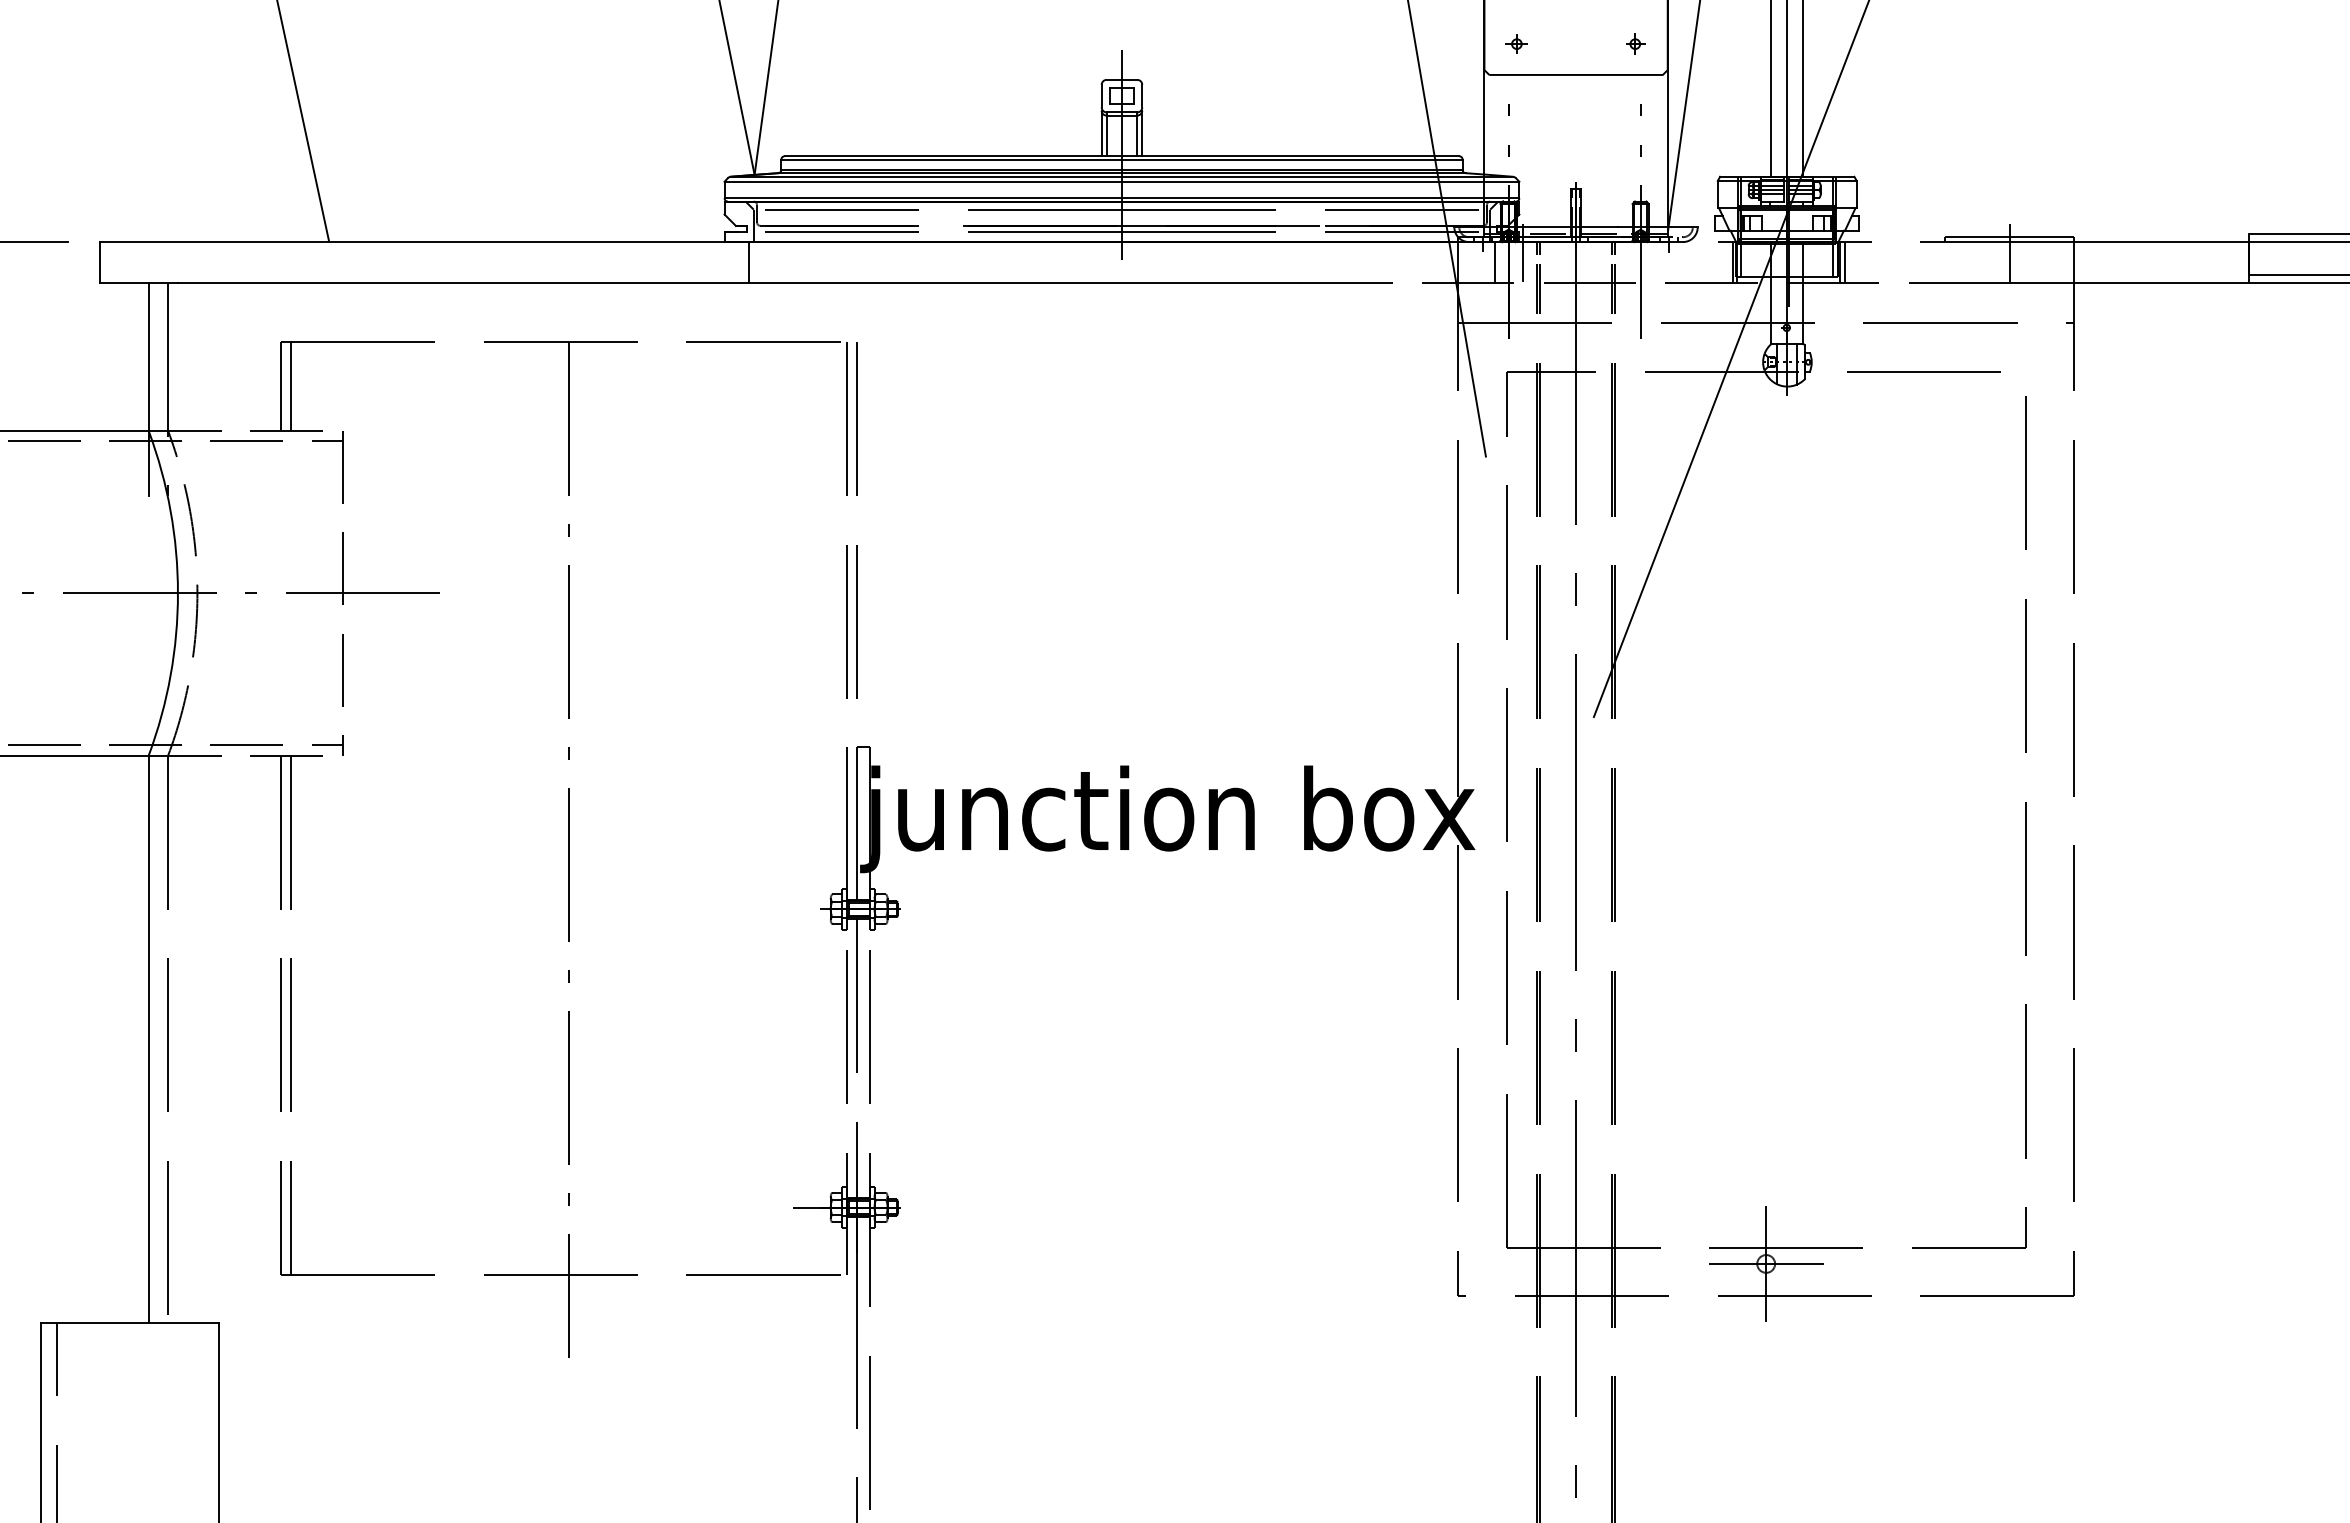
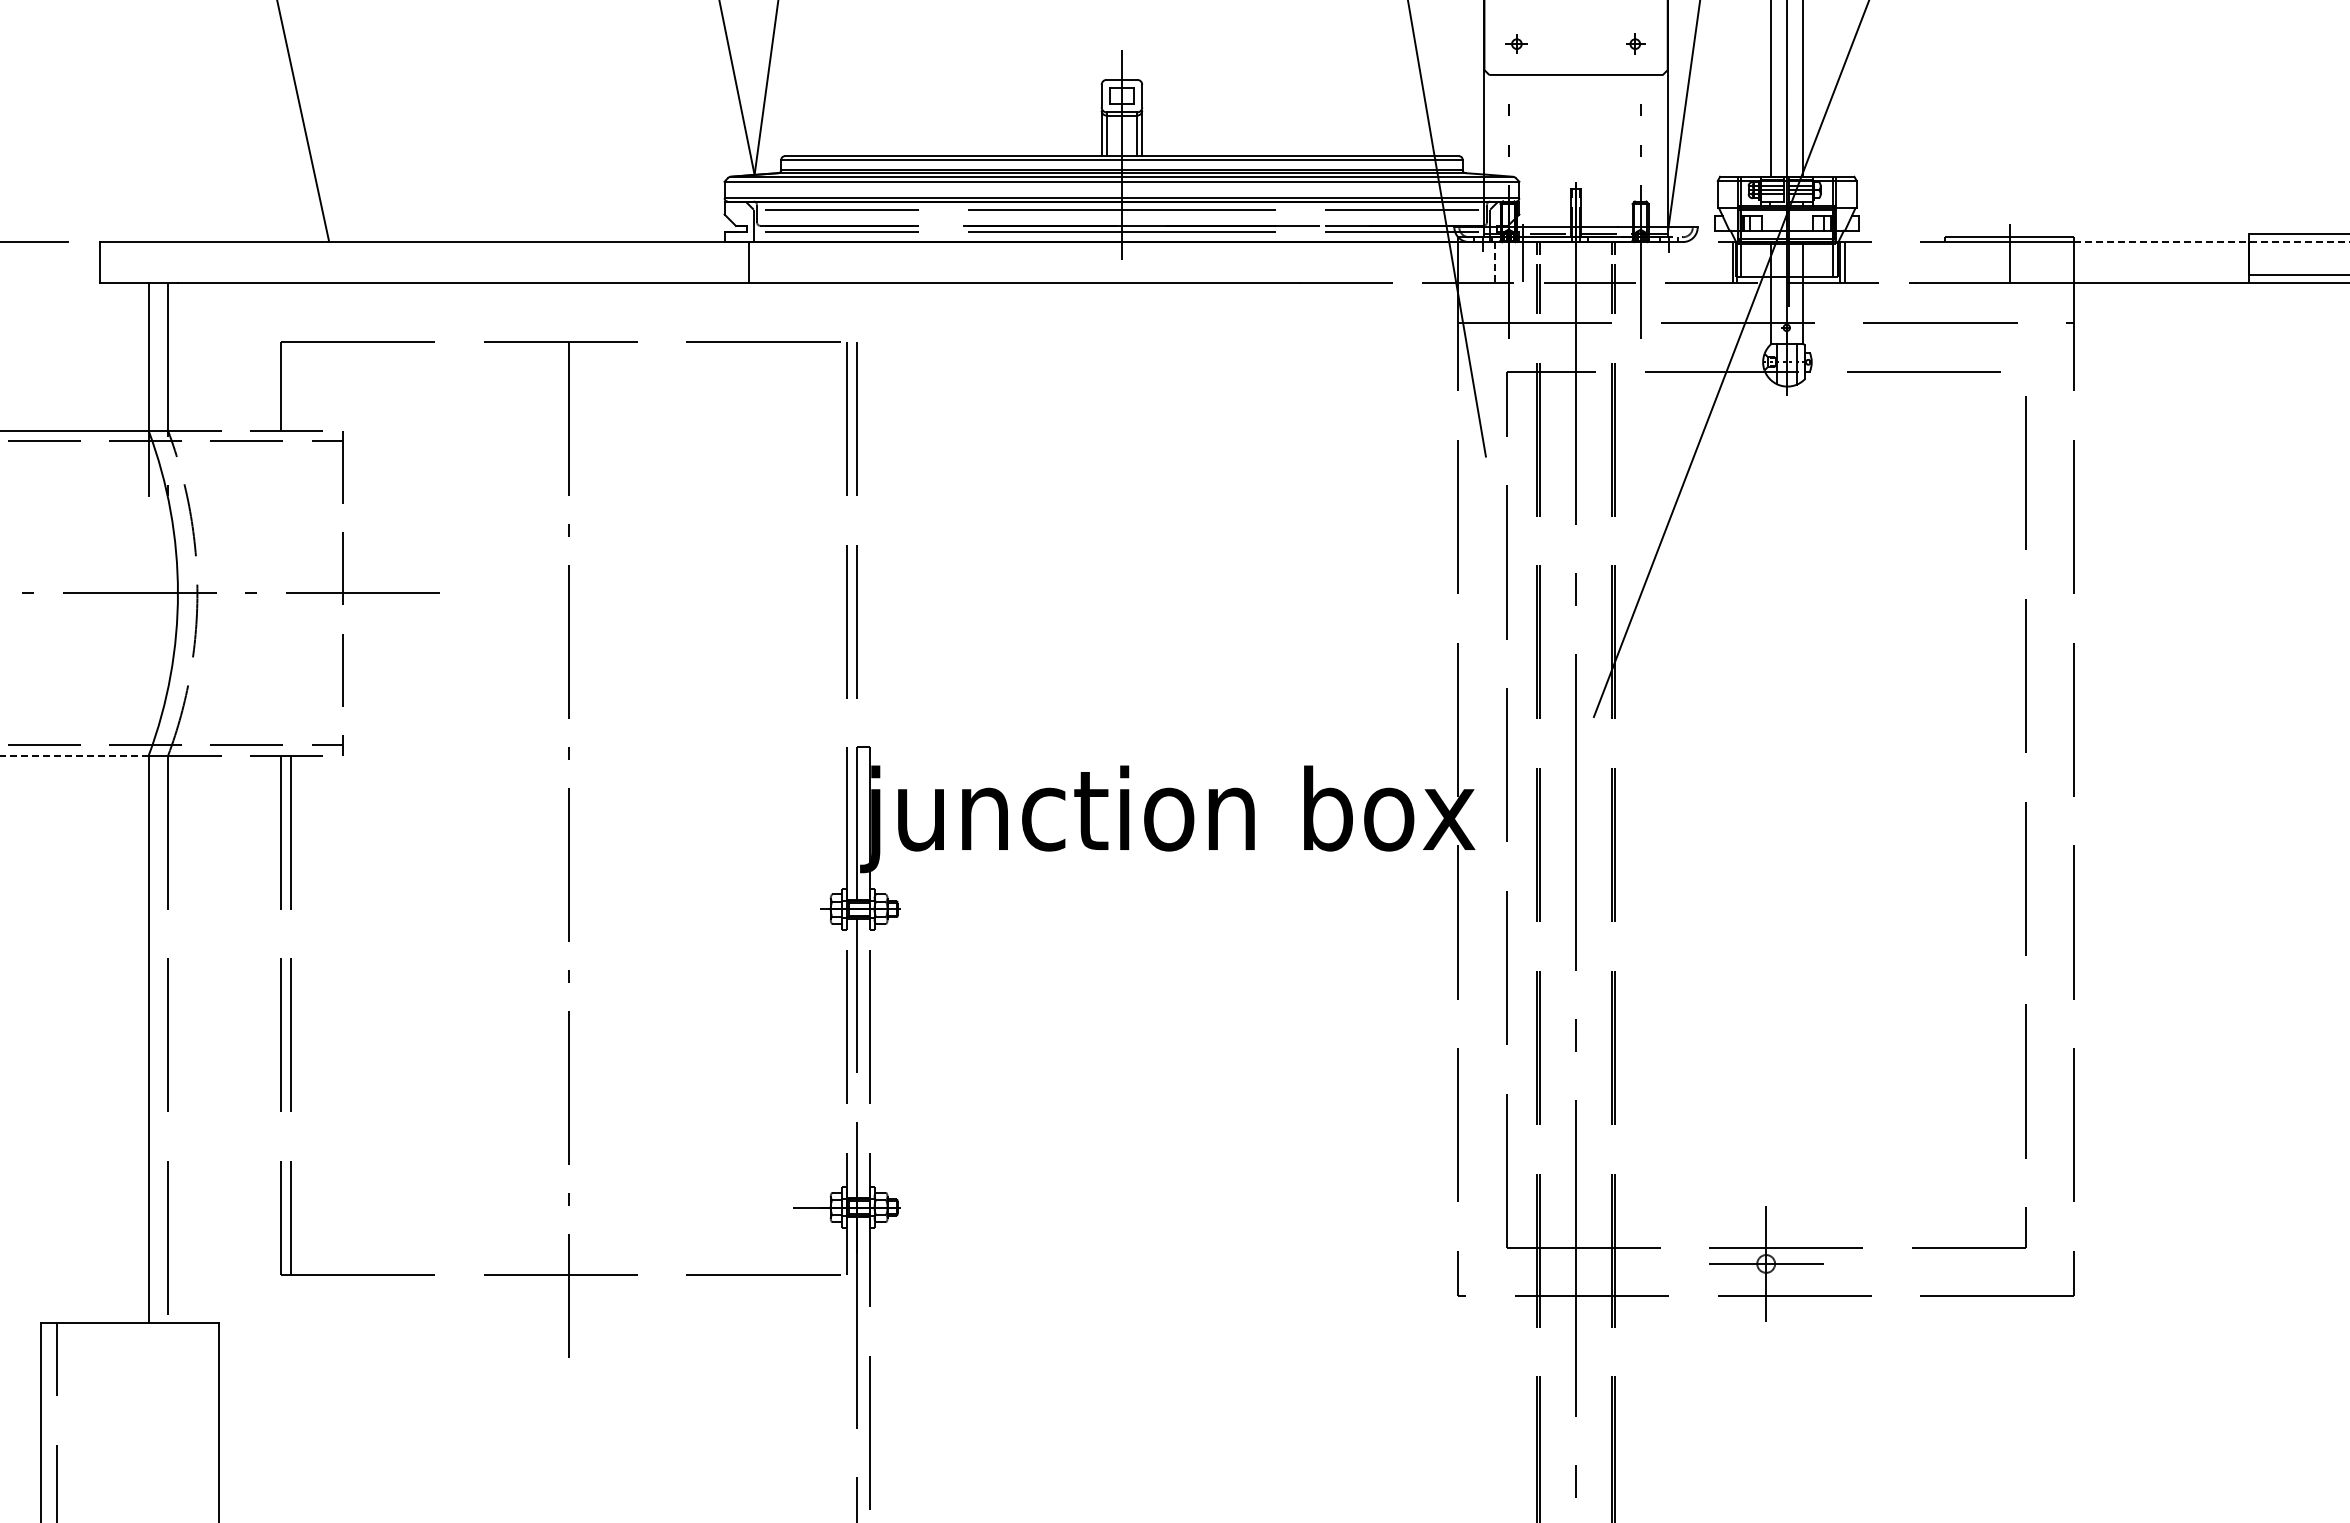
line at (2212, 242): solid -> dashed
line at (1494, 262): solid -> dashed
line at (290, 386): present -> none
line at (74, 755): solid -> dashed
